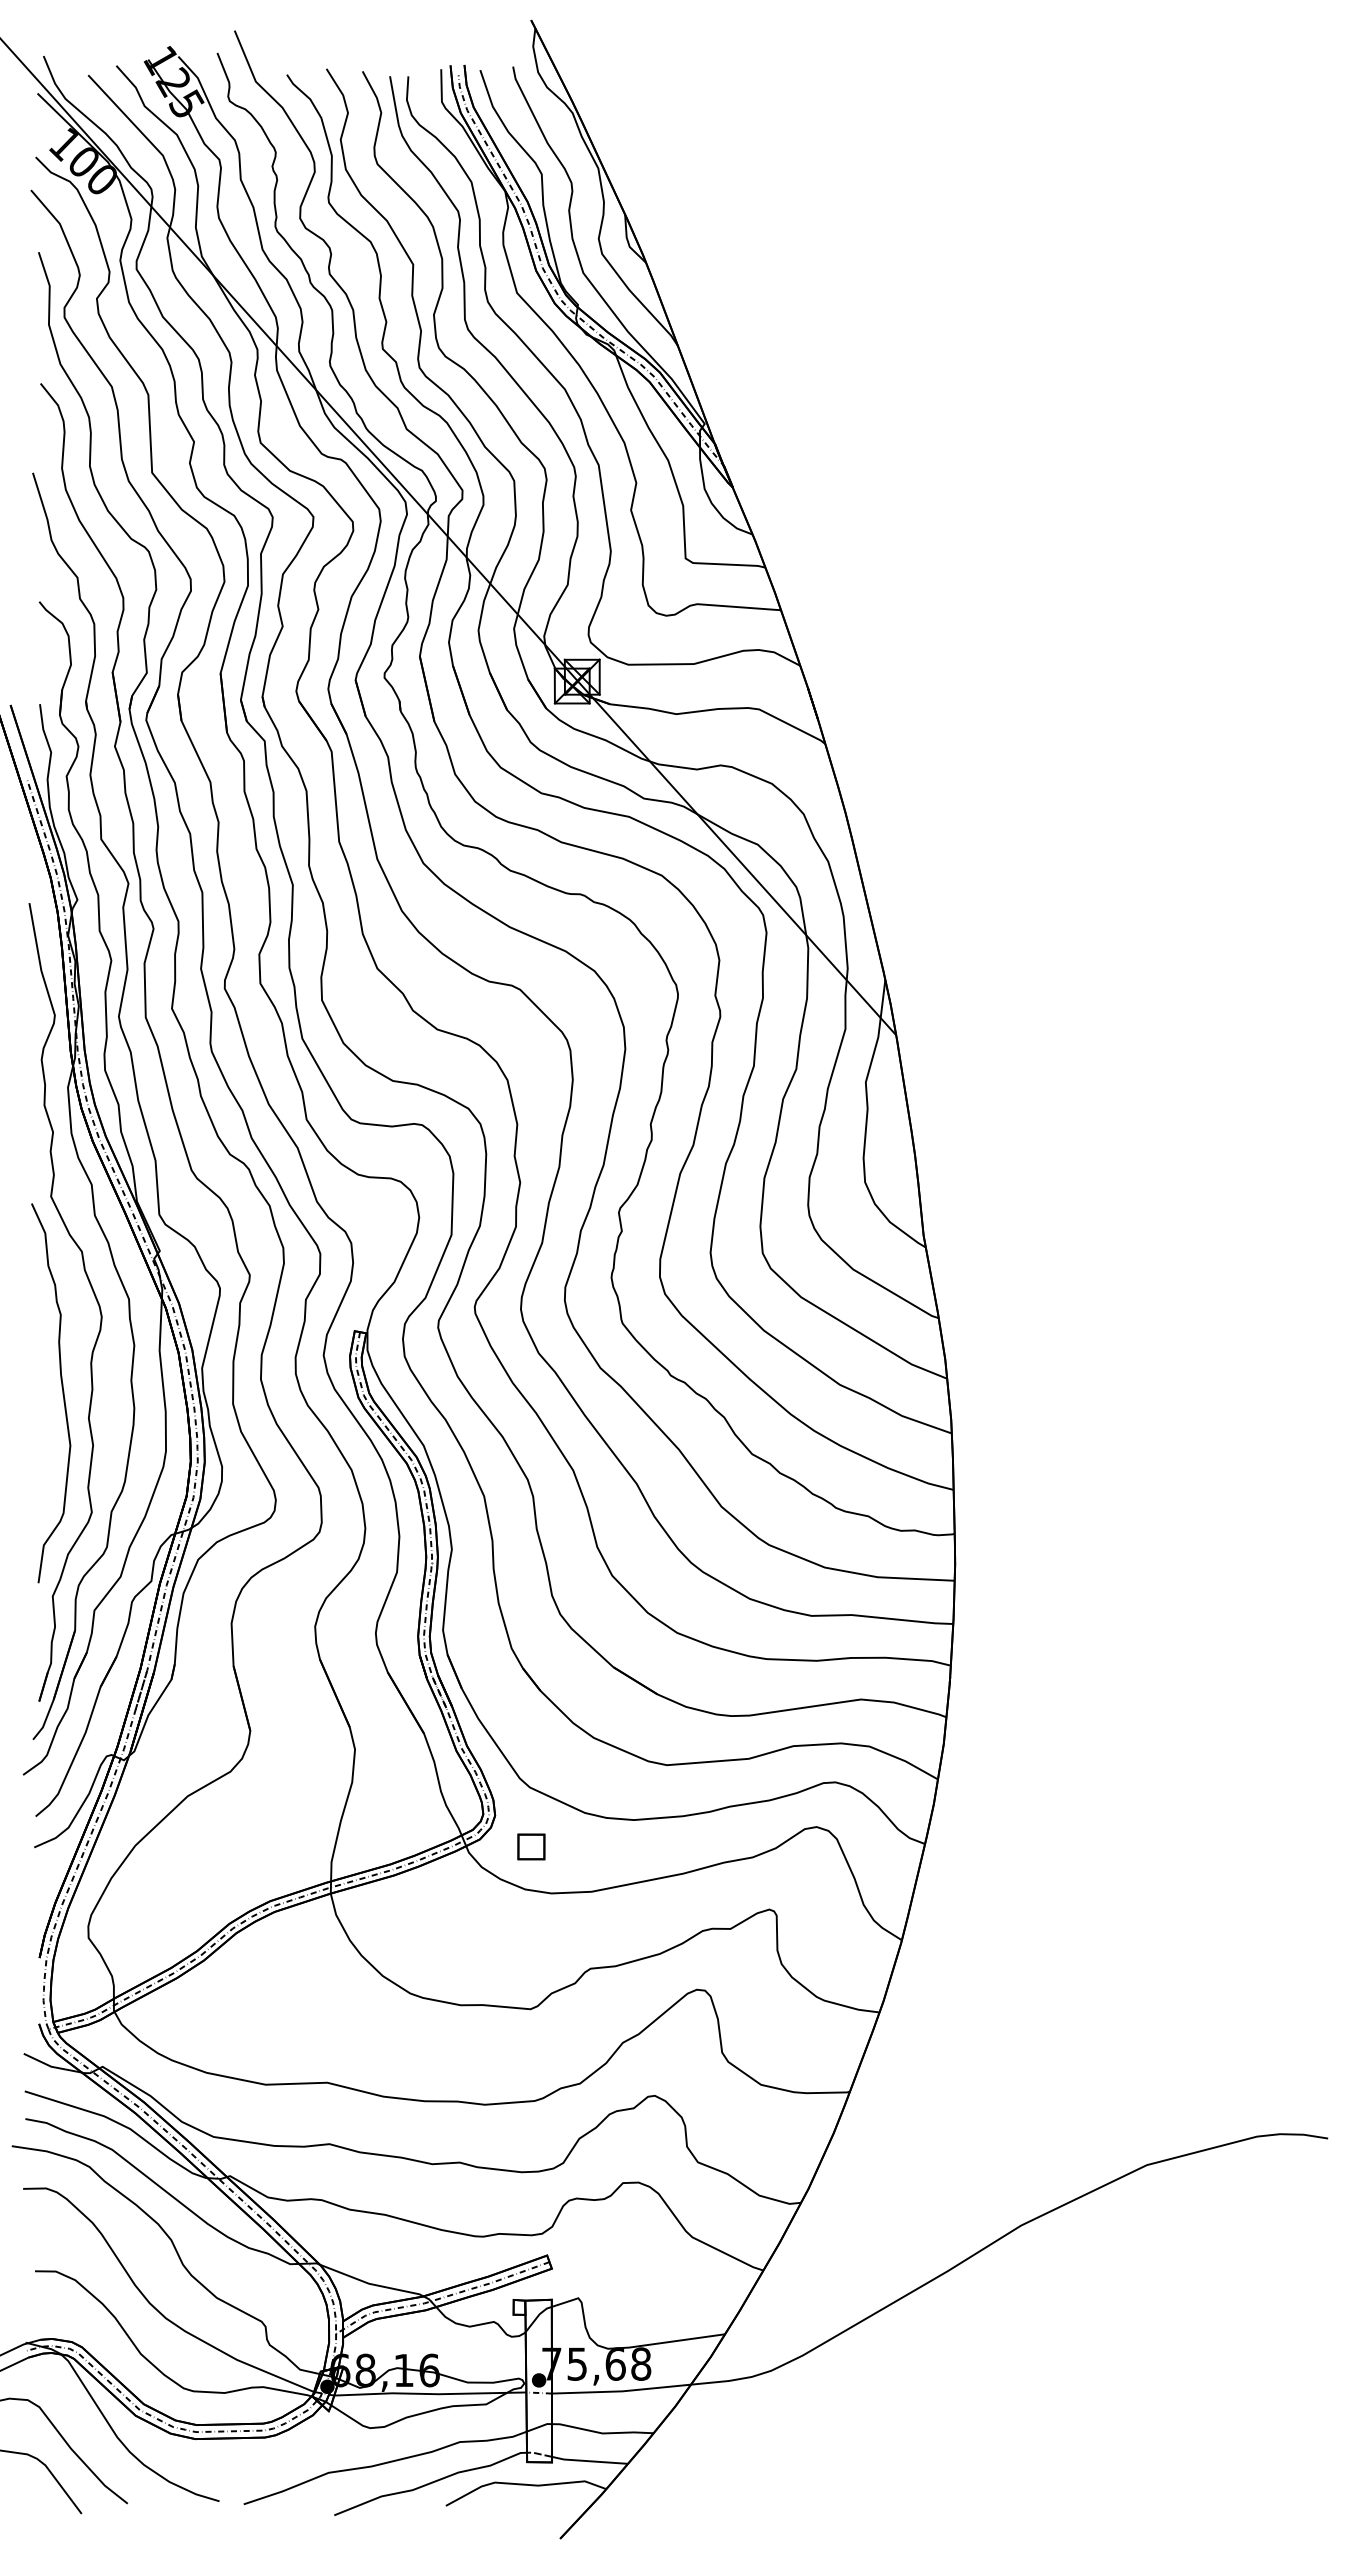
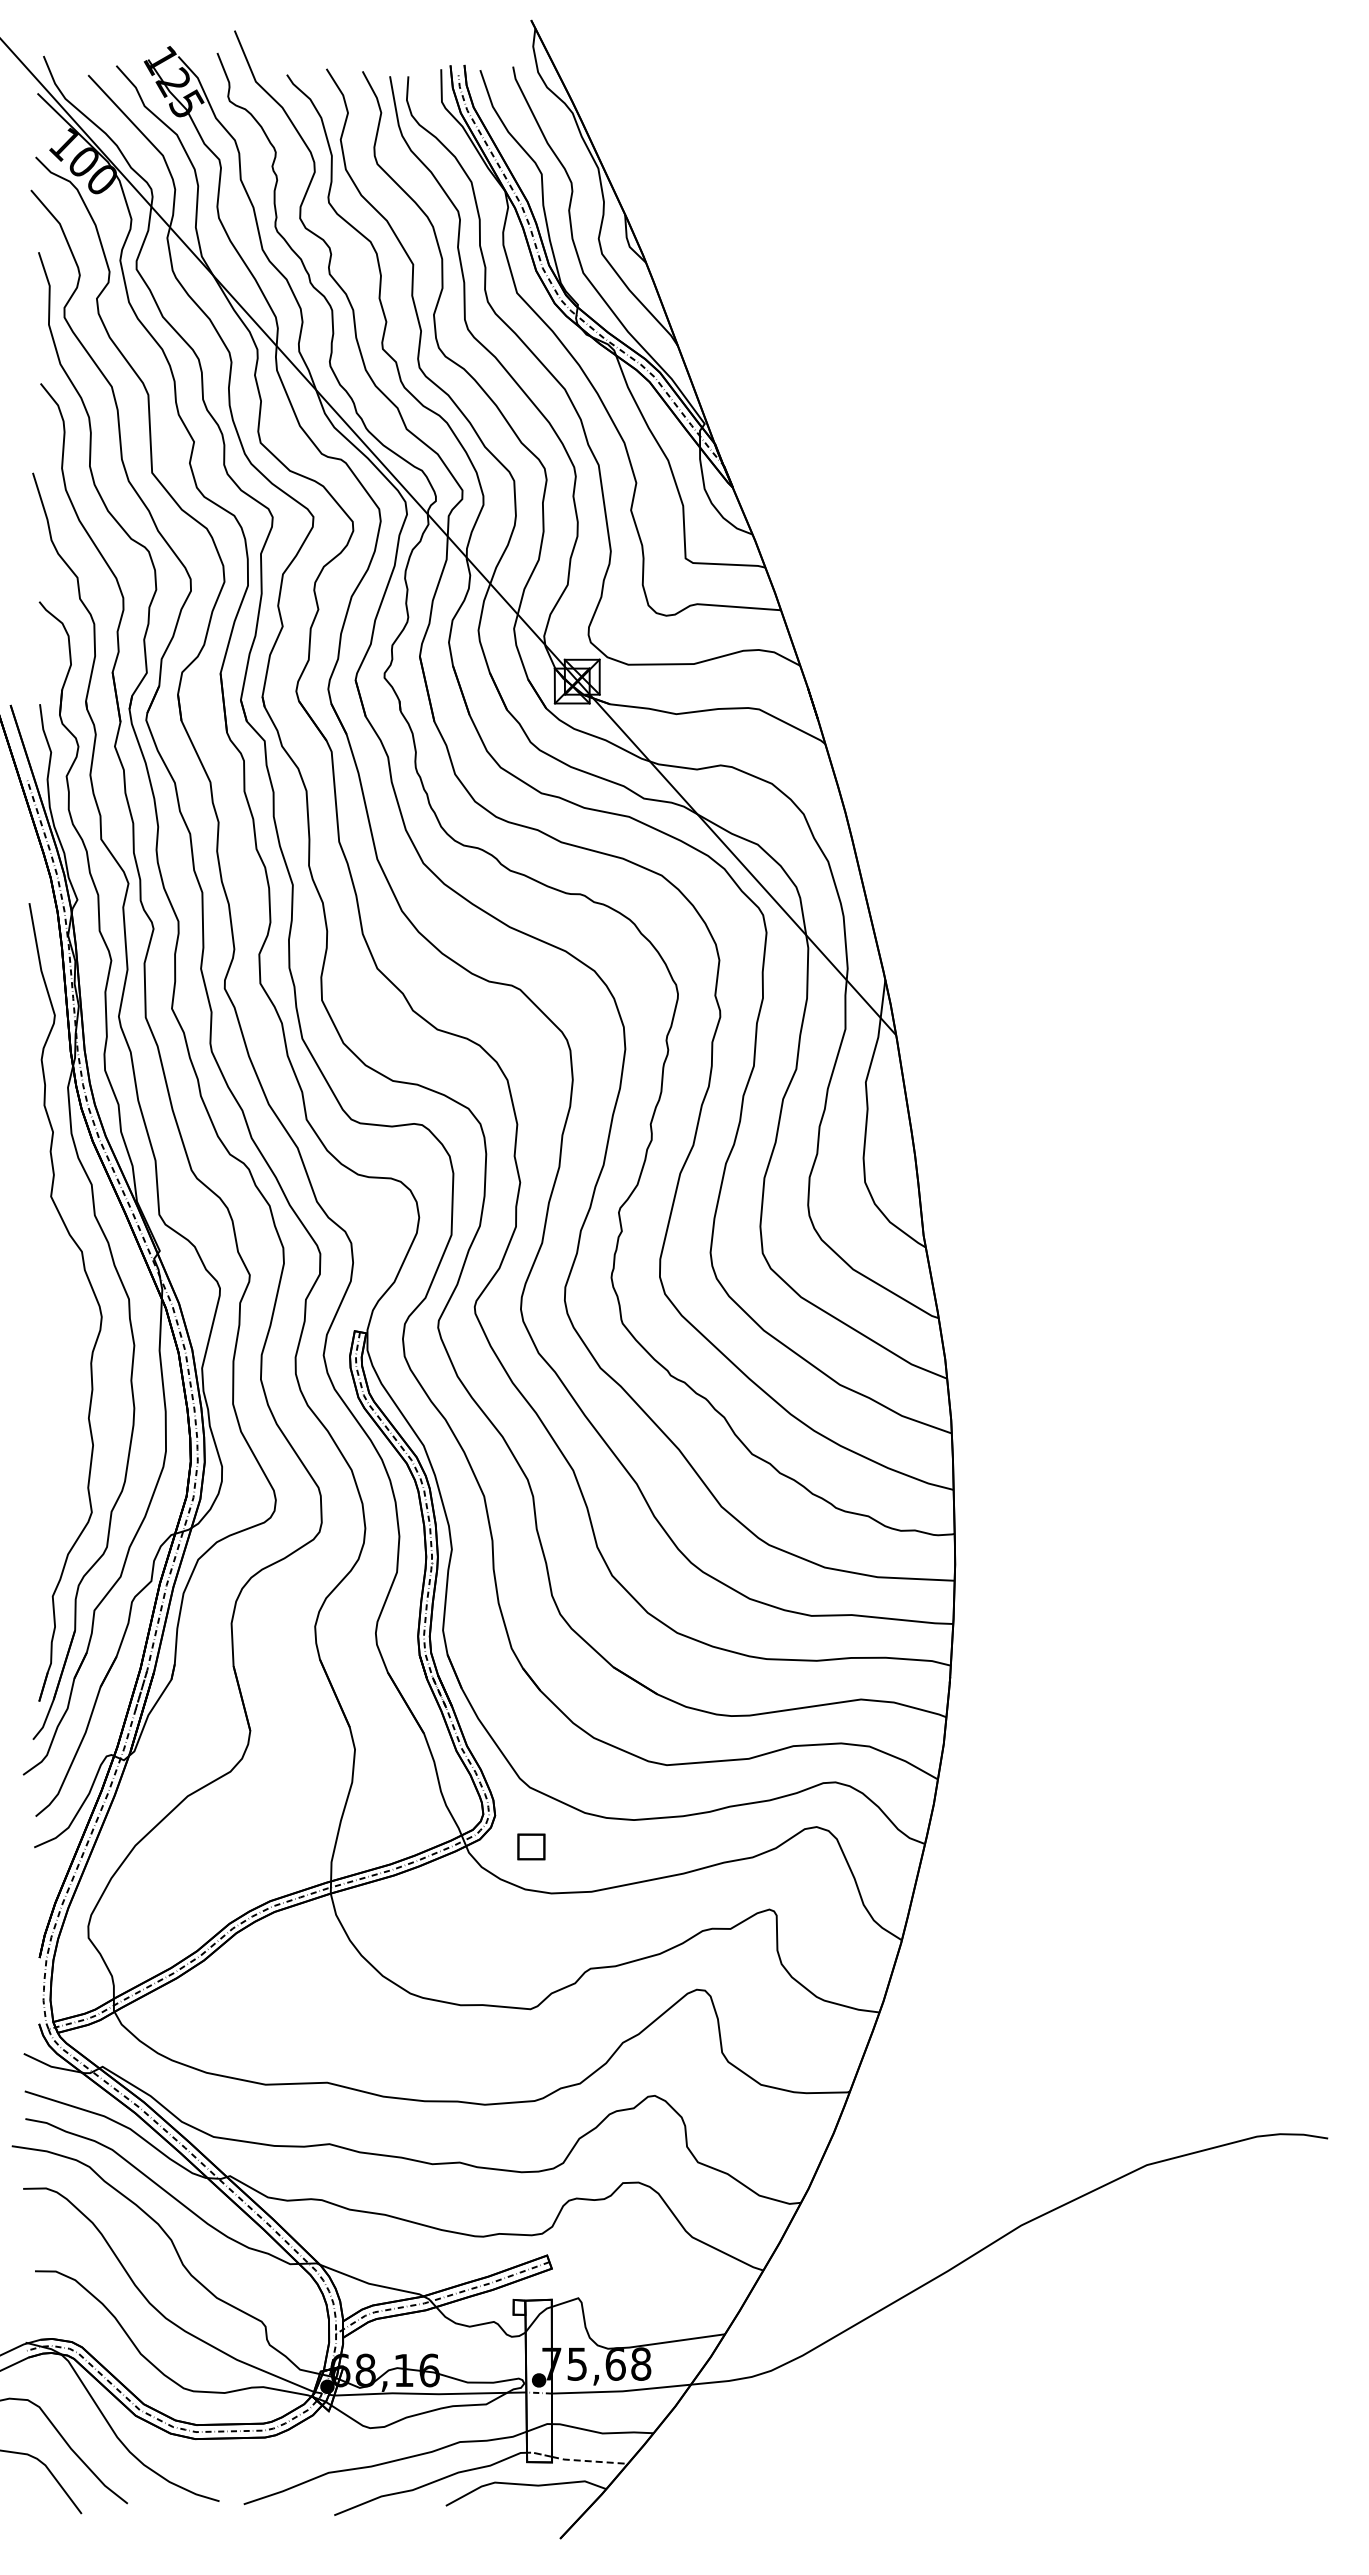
curve at (62, 1393): present -> none
line at (589, 2461): solid -> dashed
